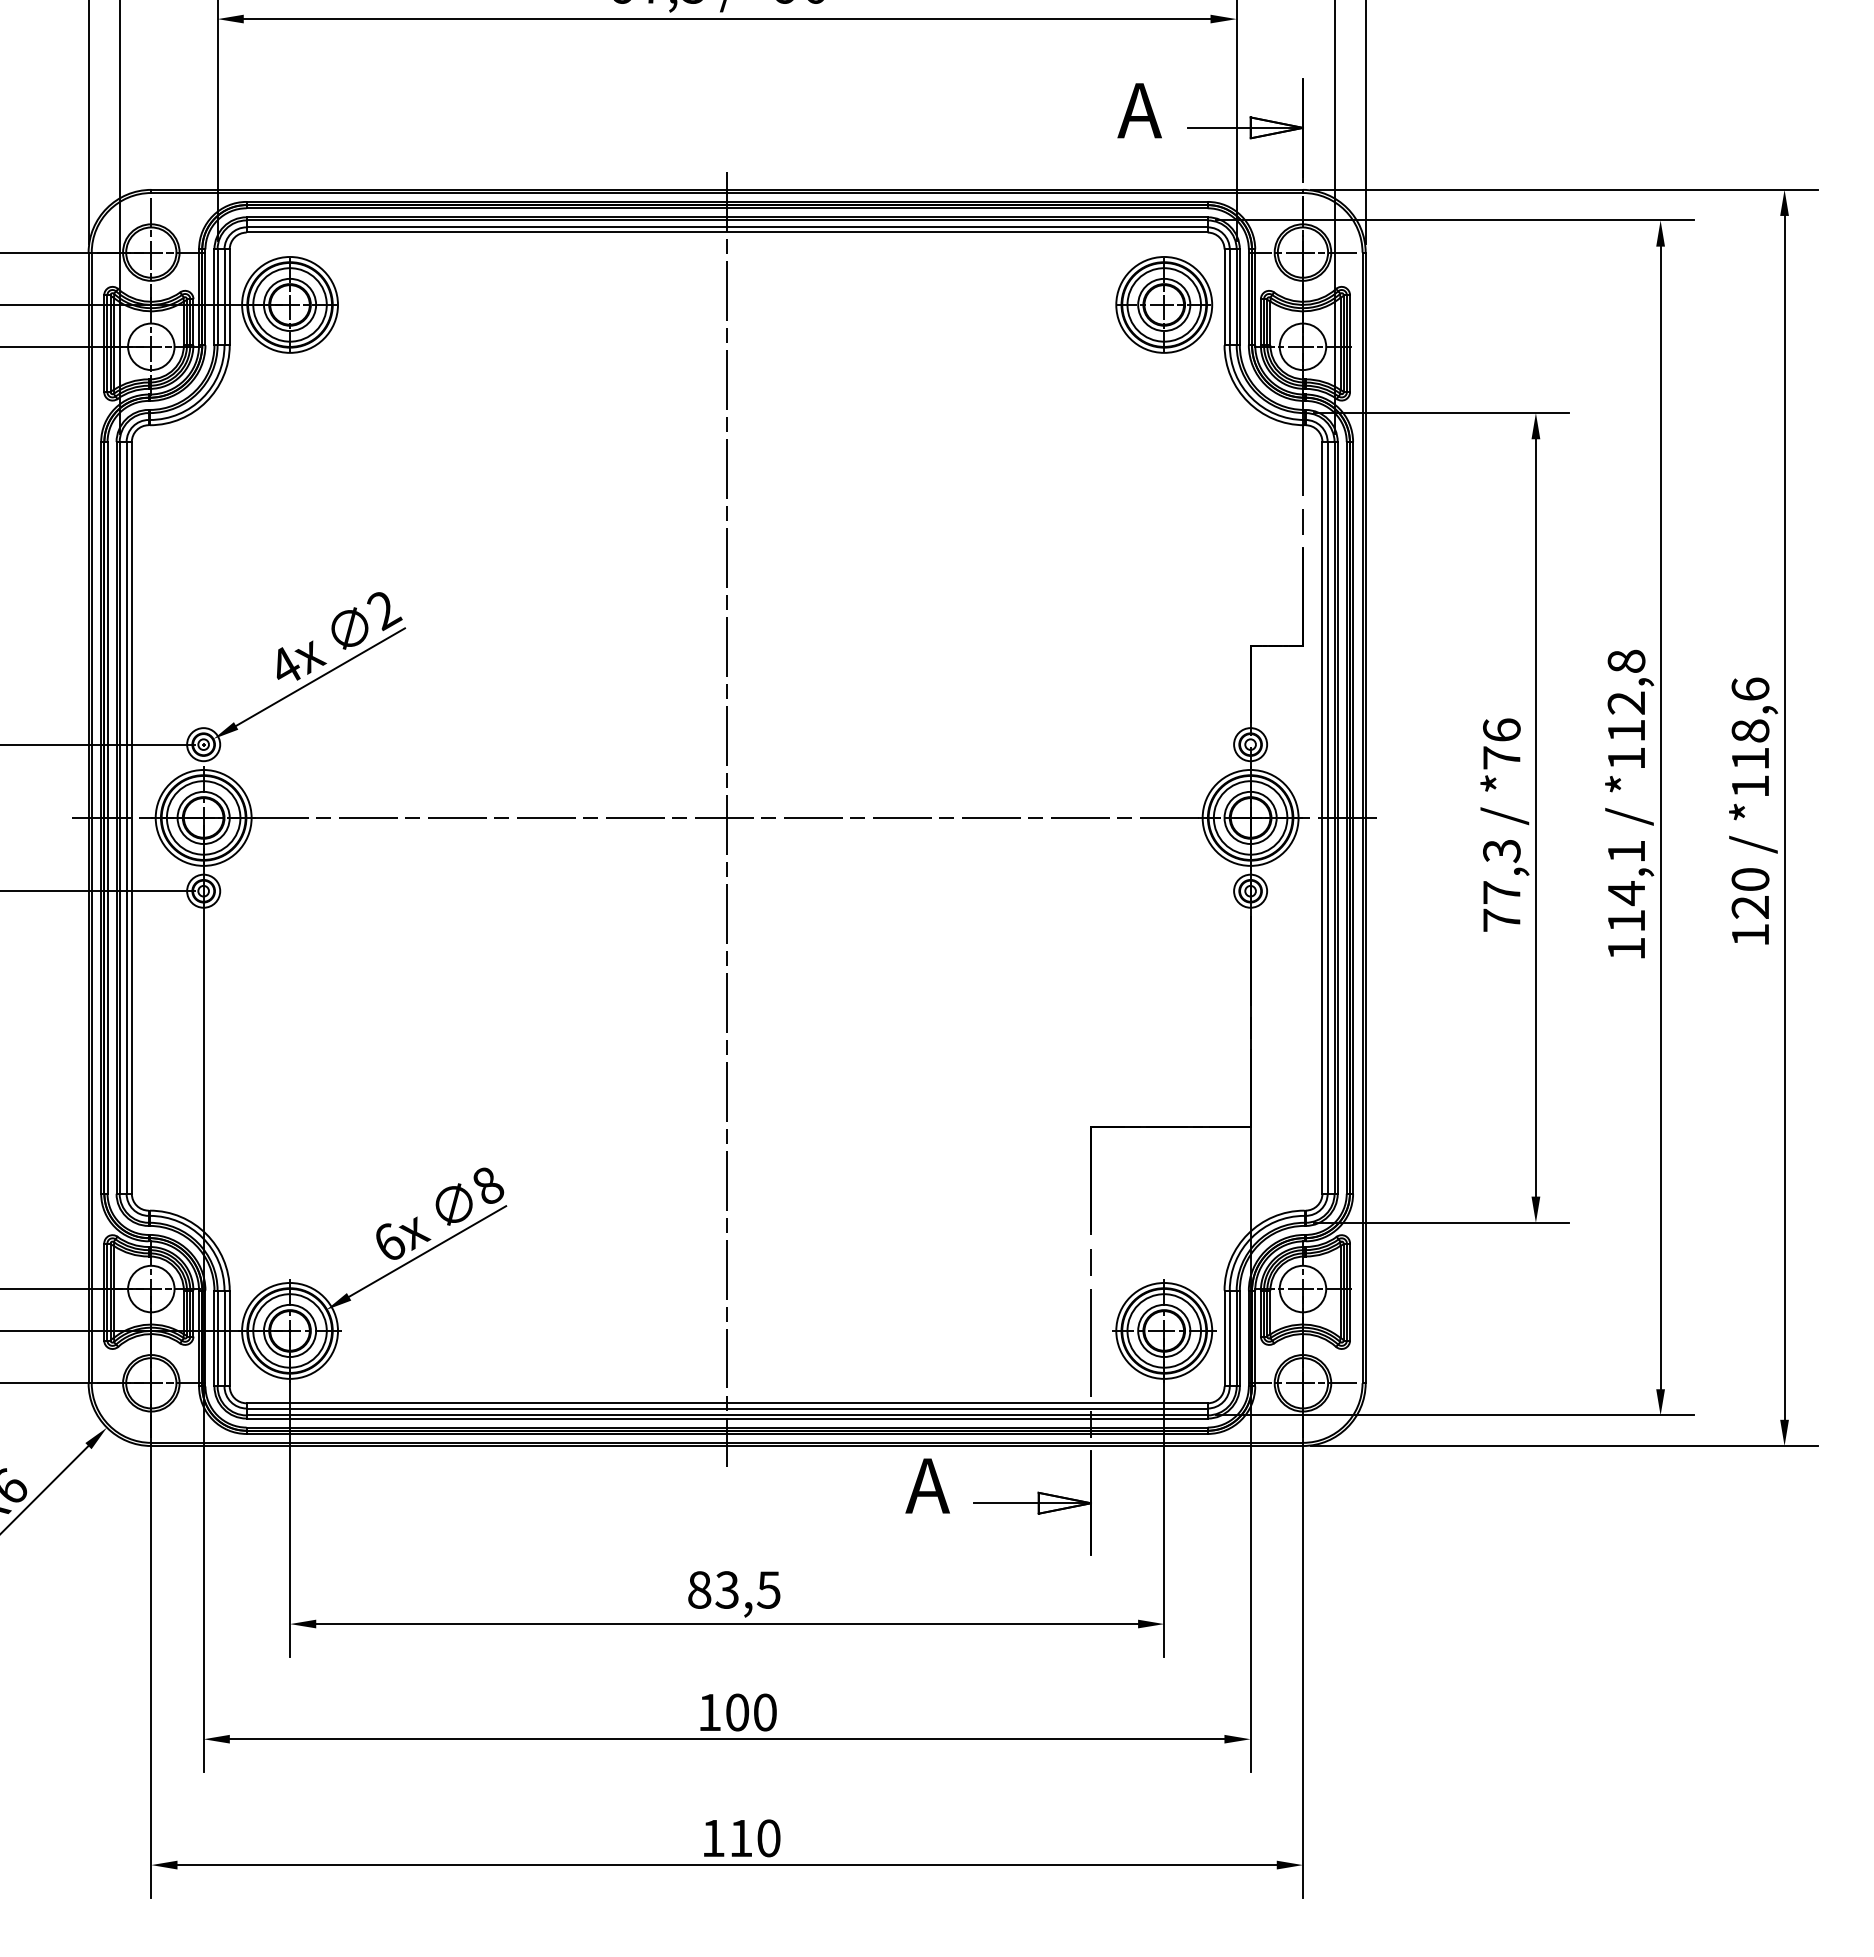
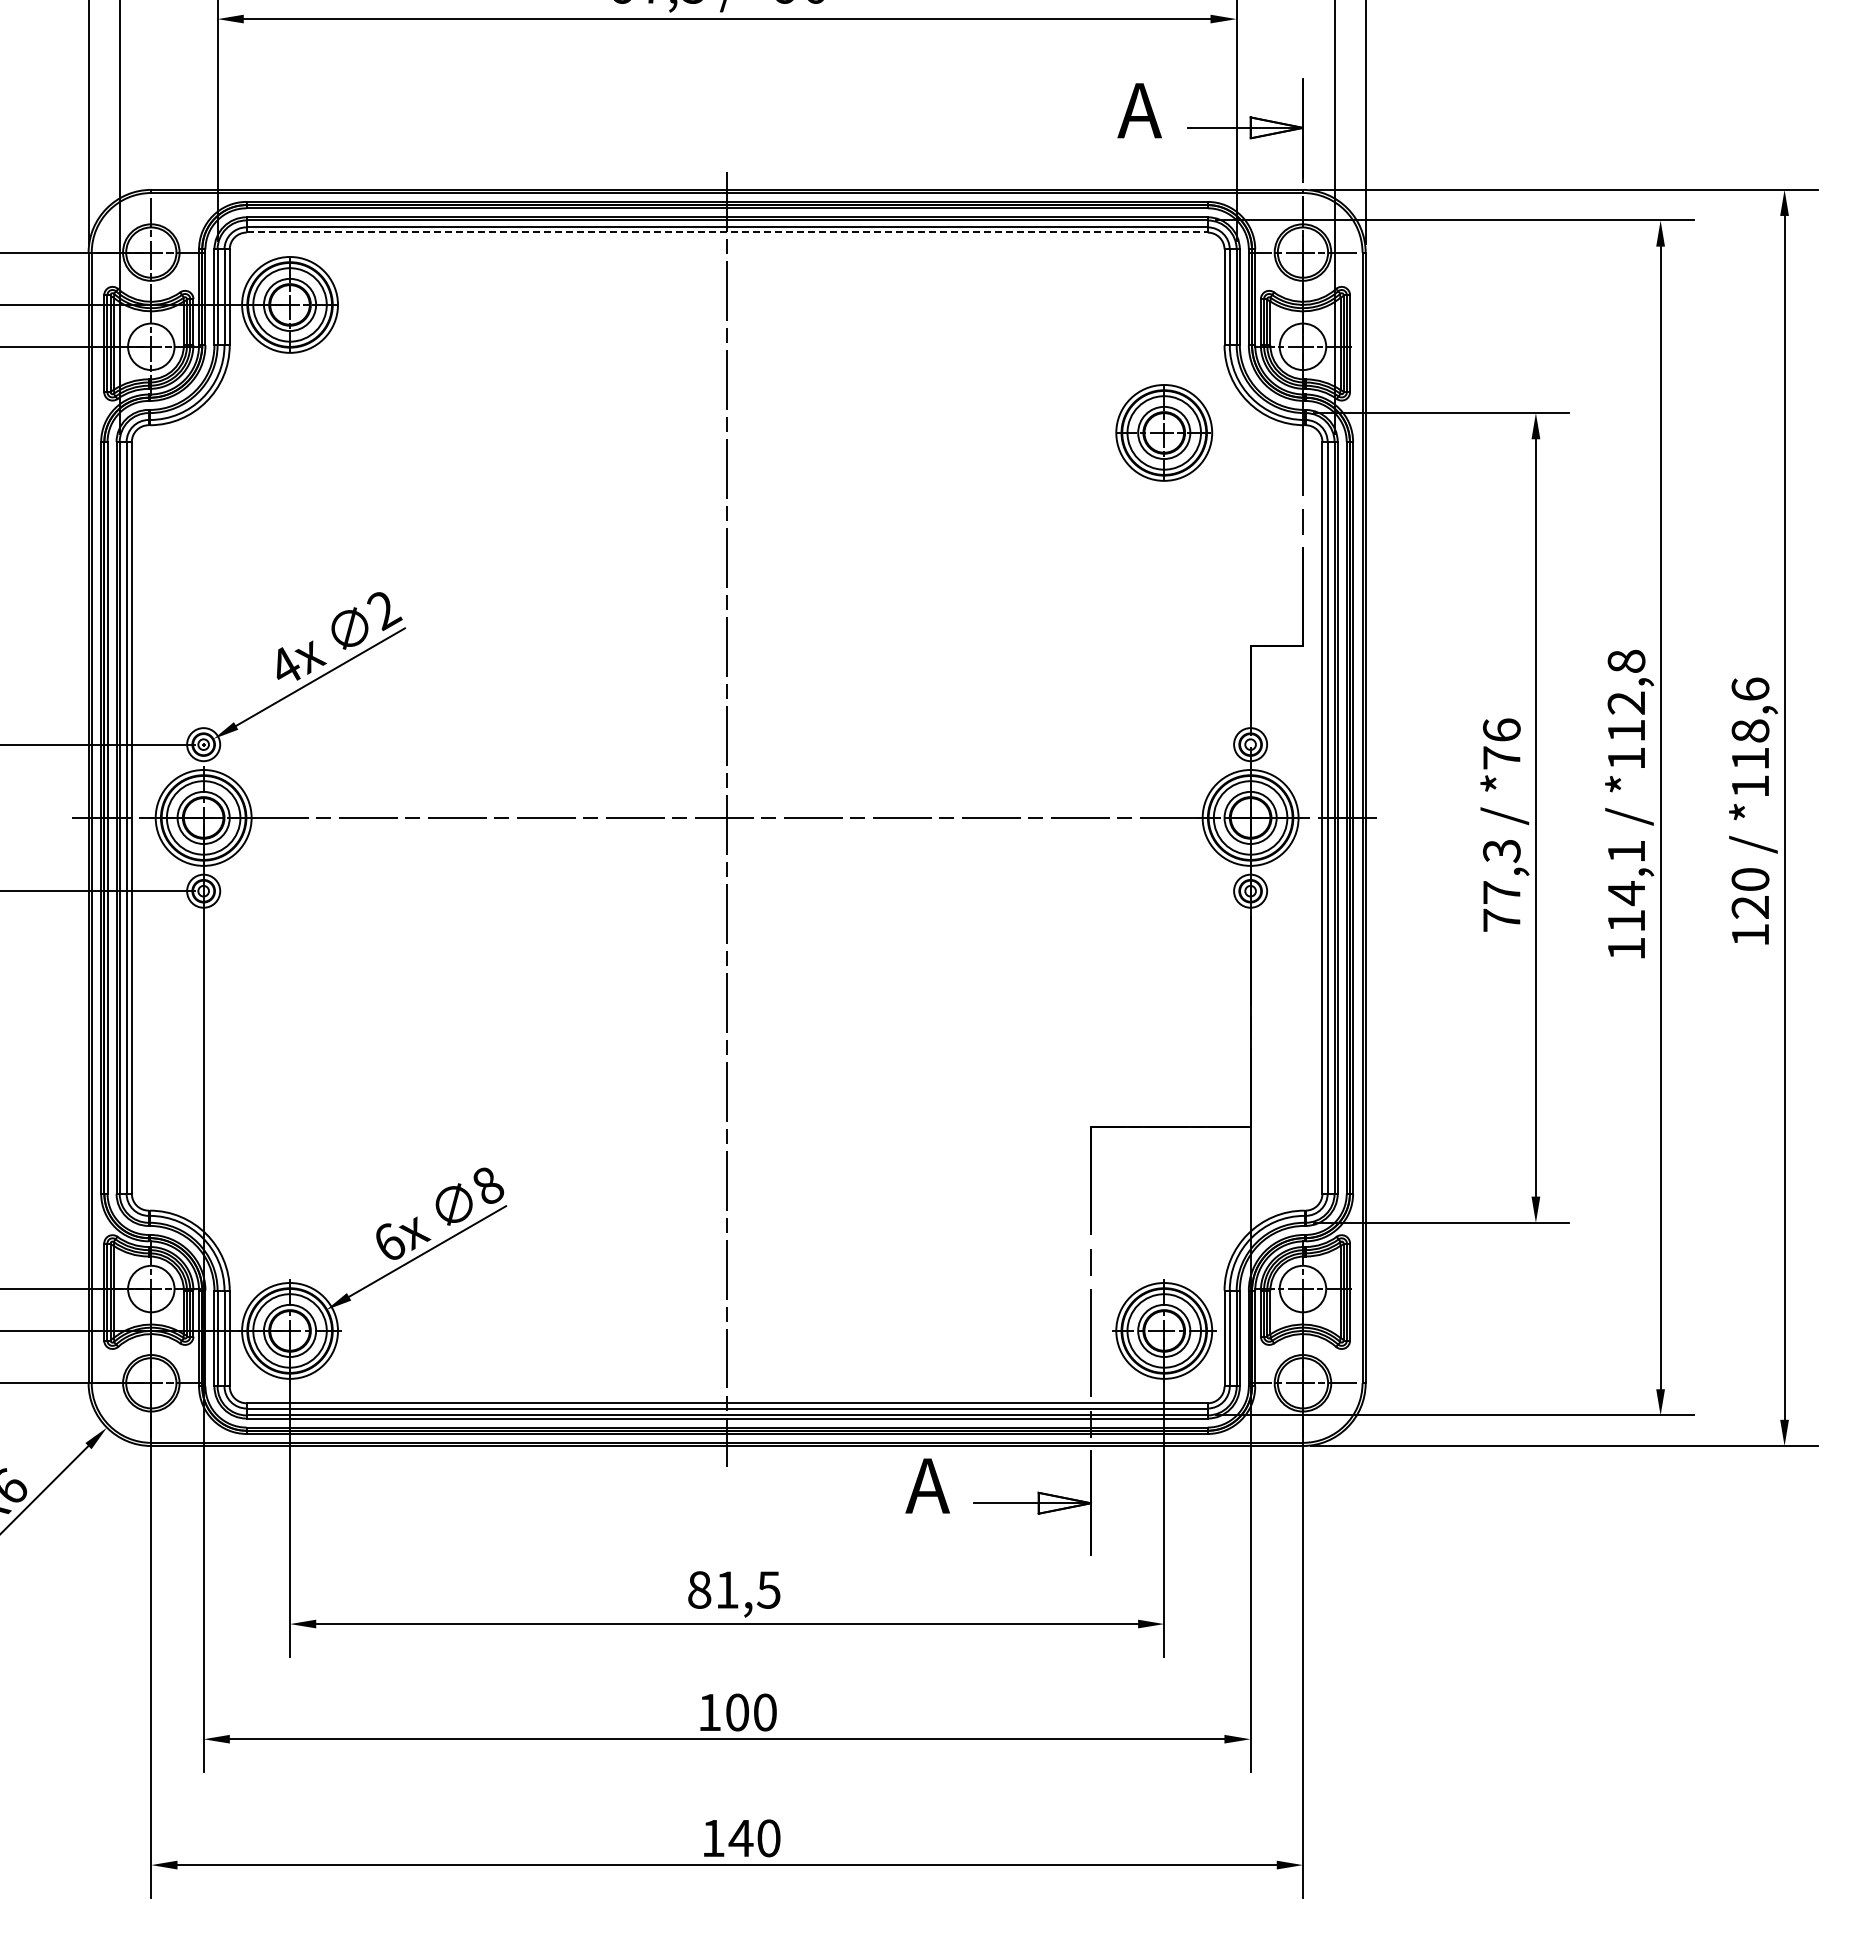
line at (727, 232): solid -> dashed
part at (1164, 304) position: (1164, 304) -> (1164, 432)
text at (726, 1589): 83,5 -> 81,5
text at (740, 1838): 110 -> 140
